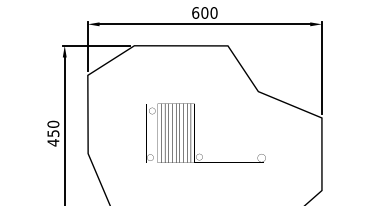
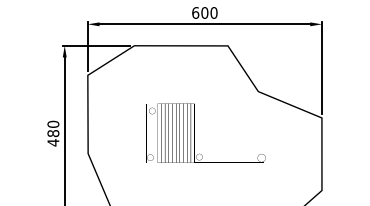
text at (53, 133): 450 -> 480
